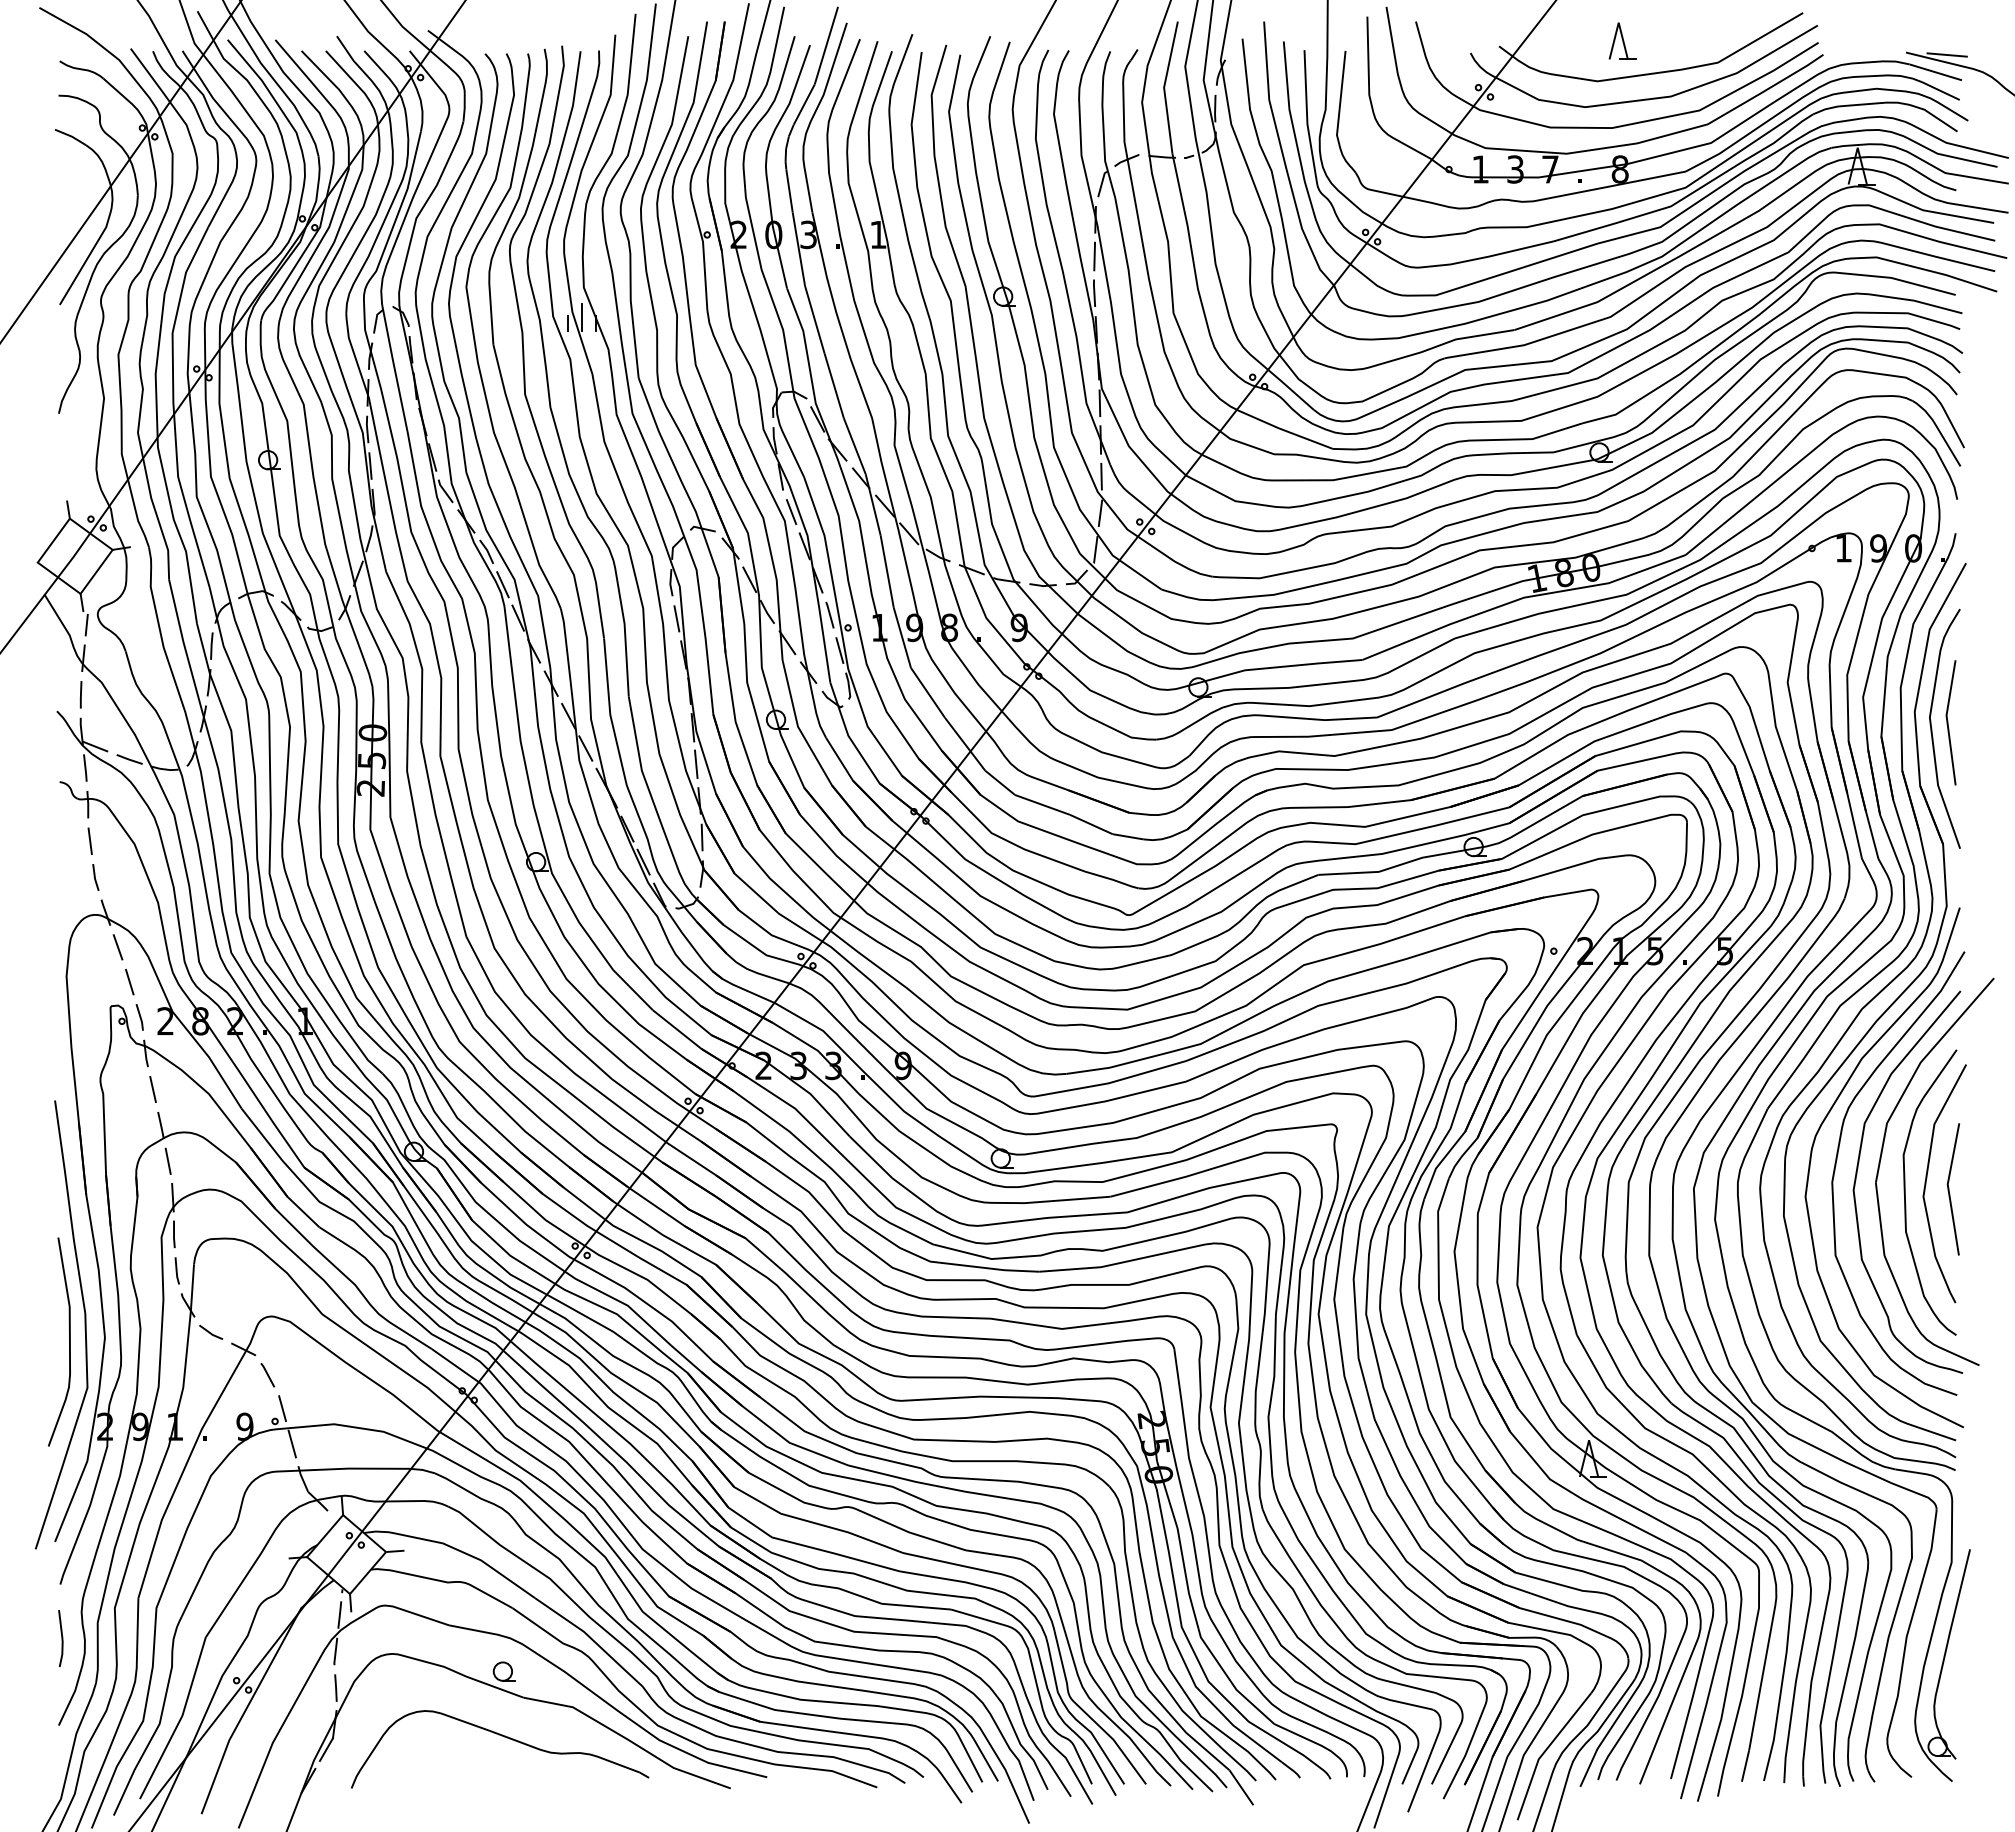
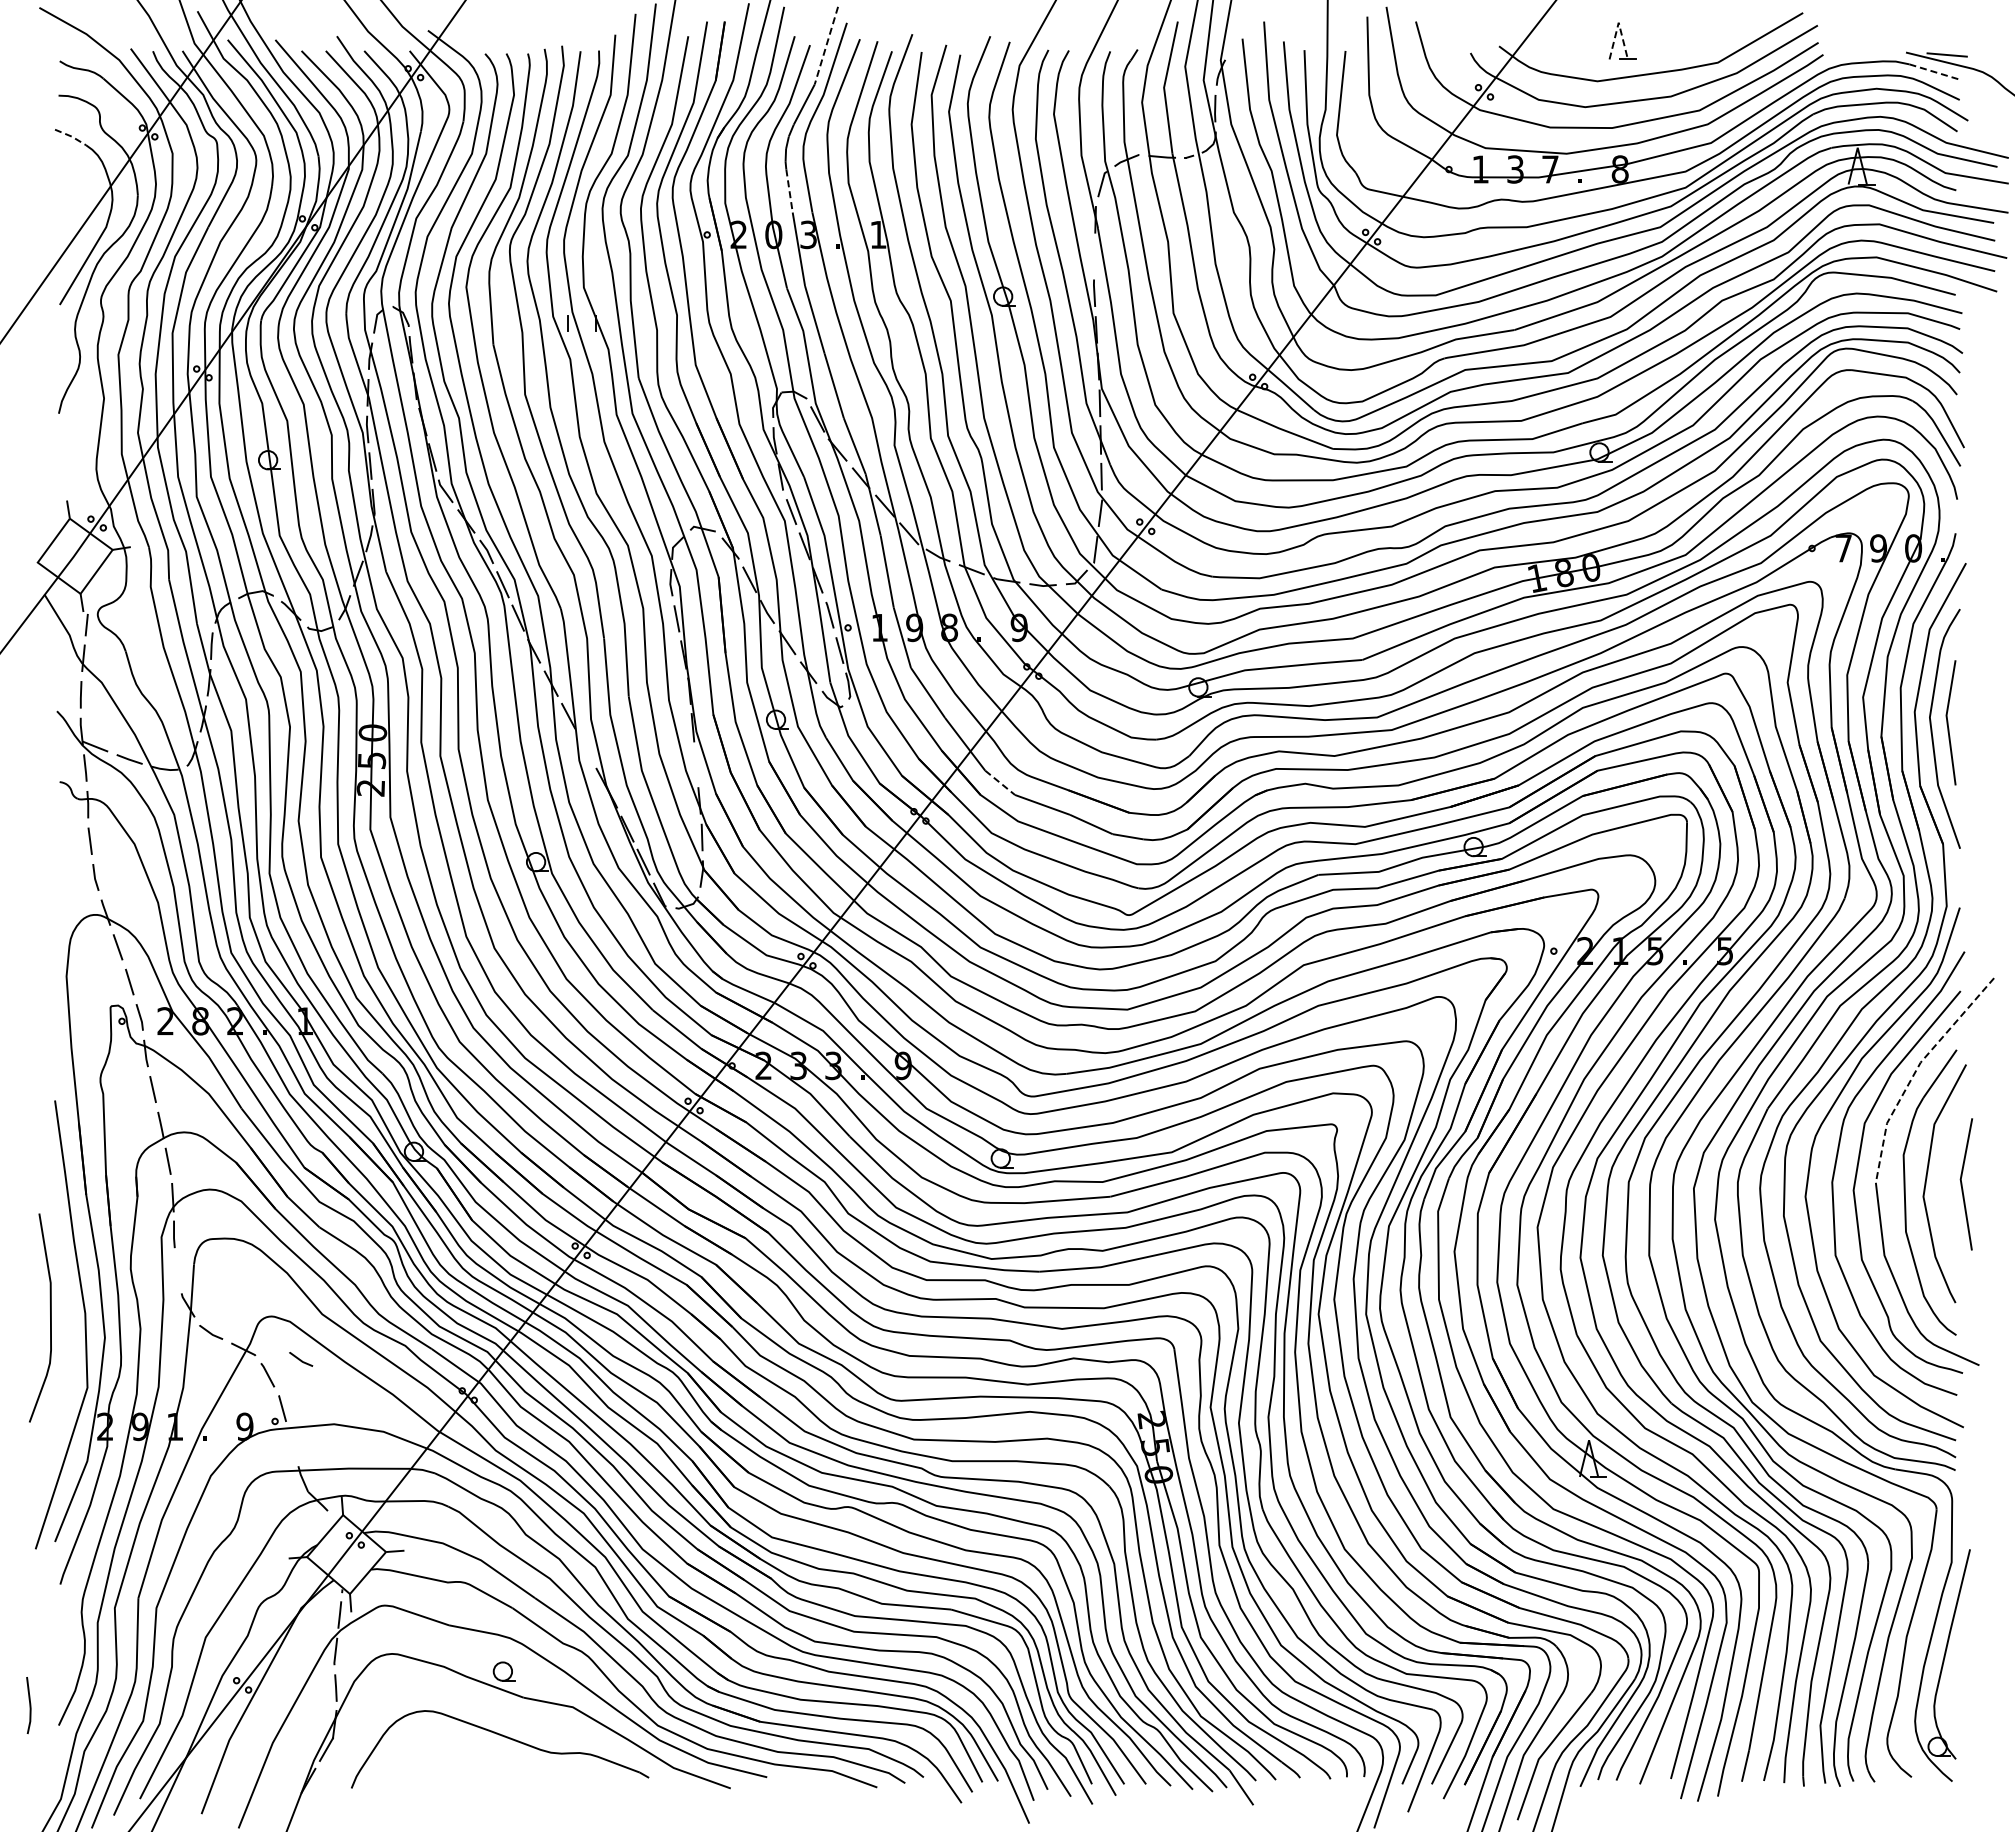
line at (1618, 22): solid -> dashed
line at (826, 45): solid -> dashed
line at (1936, 72): solid -> dashed
line at (72, 136): solid -> dashed
line at (789, 191): solid -> dashed
line at (1094, 256): present -> none
line at (582, 317): present -> none
text at (1843, 548): 1 -> 7
line at (585, 748): present -> none
line at (696, 764): present -> none
line at (1000, 783): solid -> dashed
line at (1915, 1071): solid -> dashed
line at (1949, 1189) position: (1949, 1189) -> (1962, 1184)
line at (176, 1270): present -> none
curve at (69, 1341) position: (69, 1341) -> (50, 1317)
line at (301, 1359): none -> present
line at (291, 1443): present -> none
line at (61, 1638) position: (61, 1638) -> (29, 1705)
